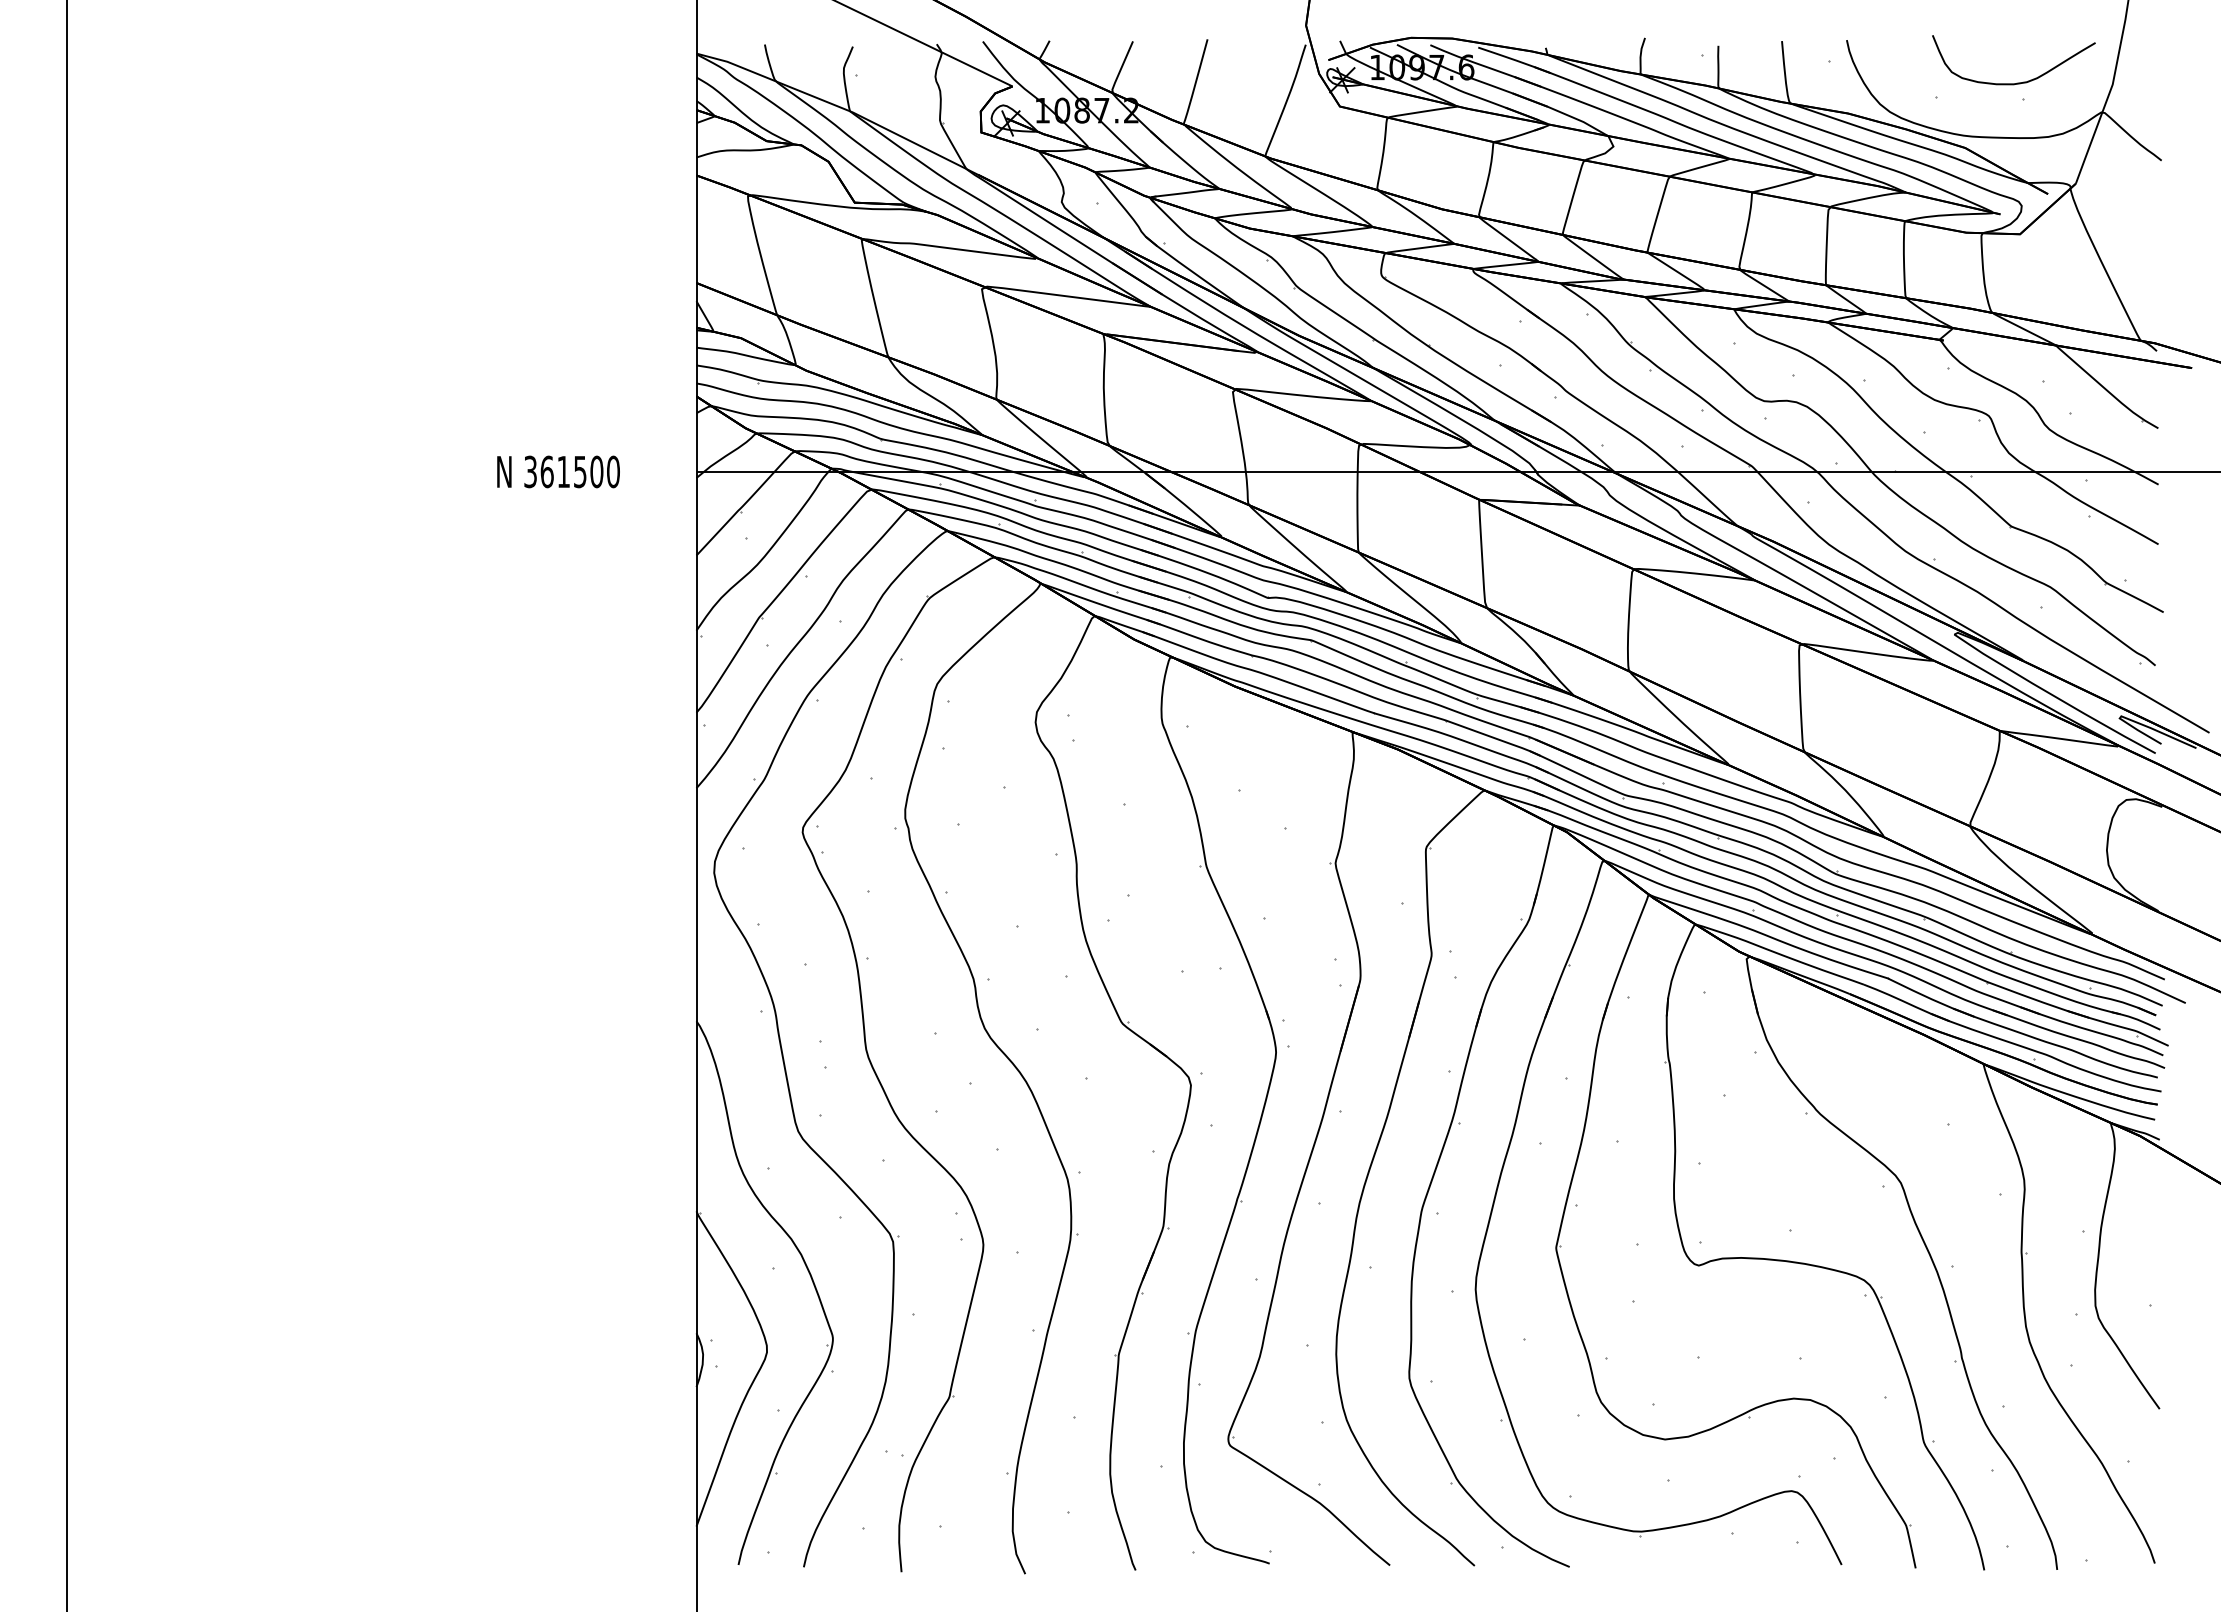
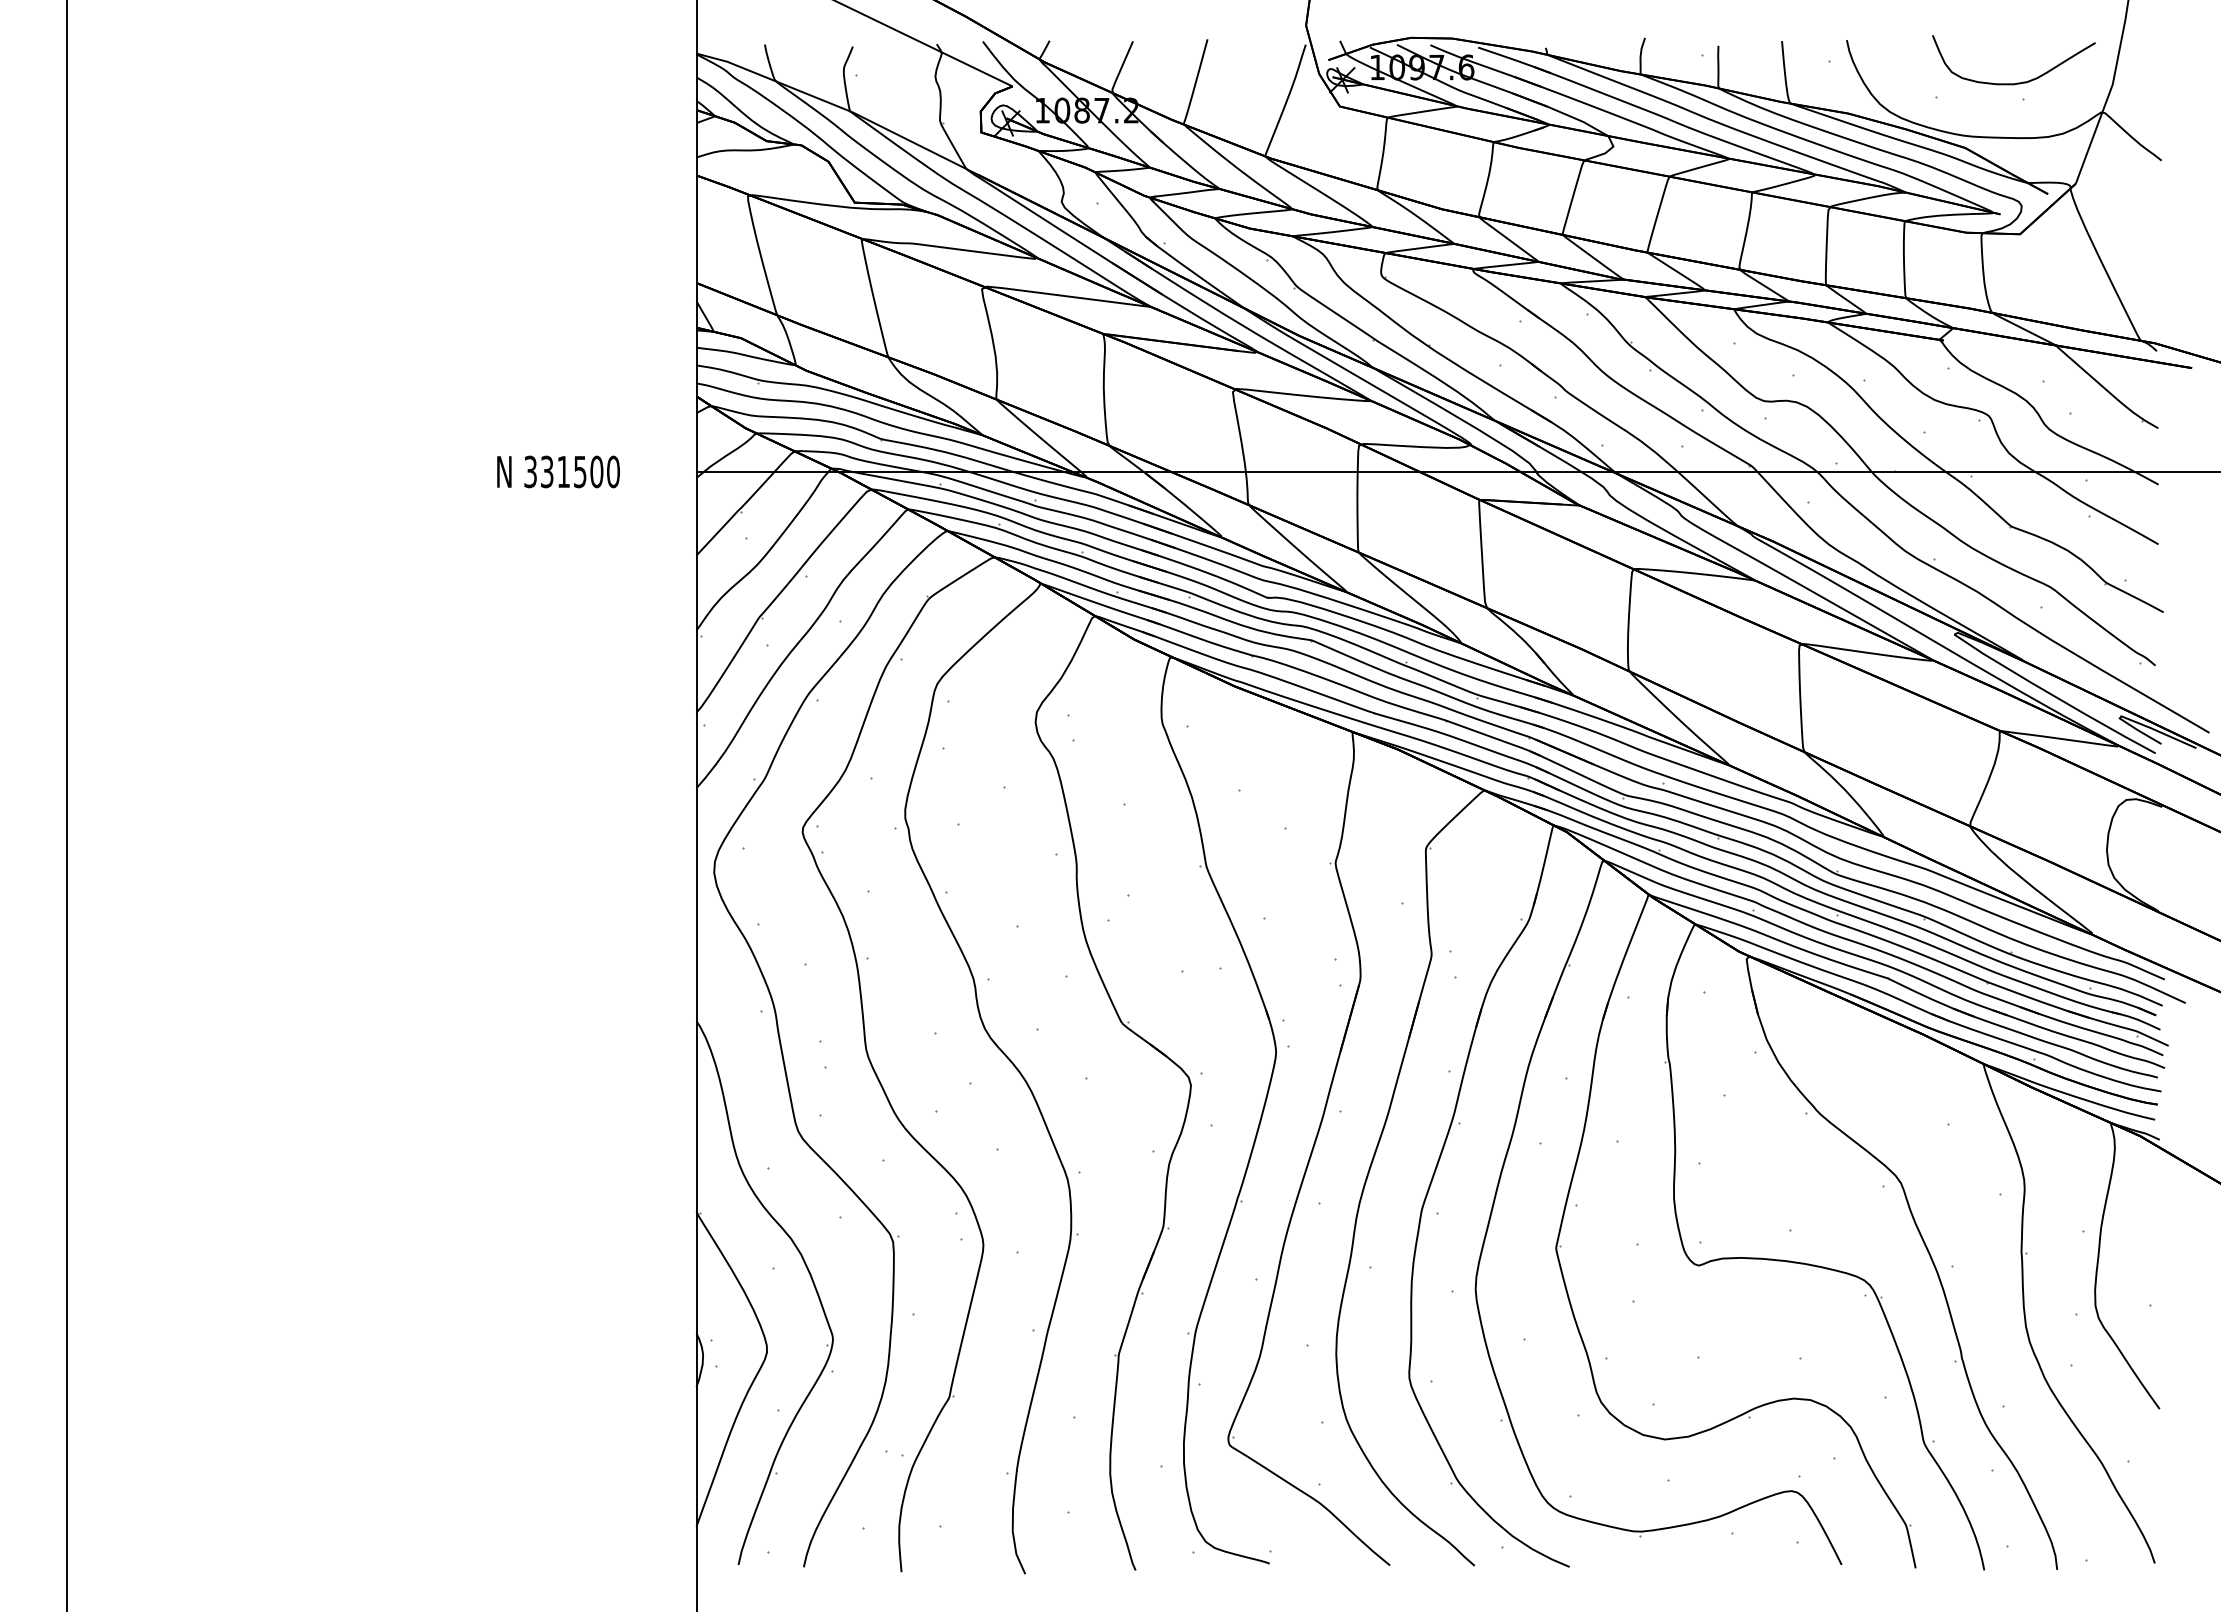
text at (546, 471): 361500 -> 331500
